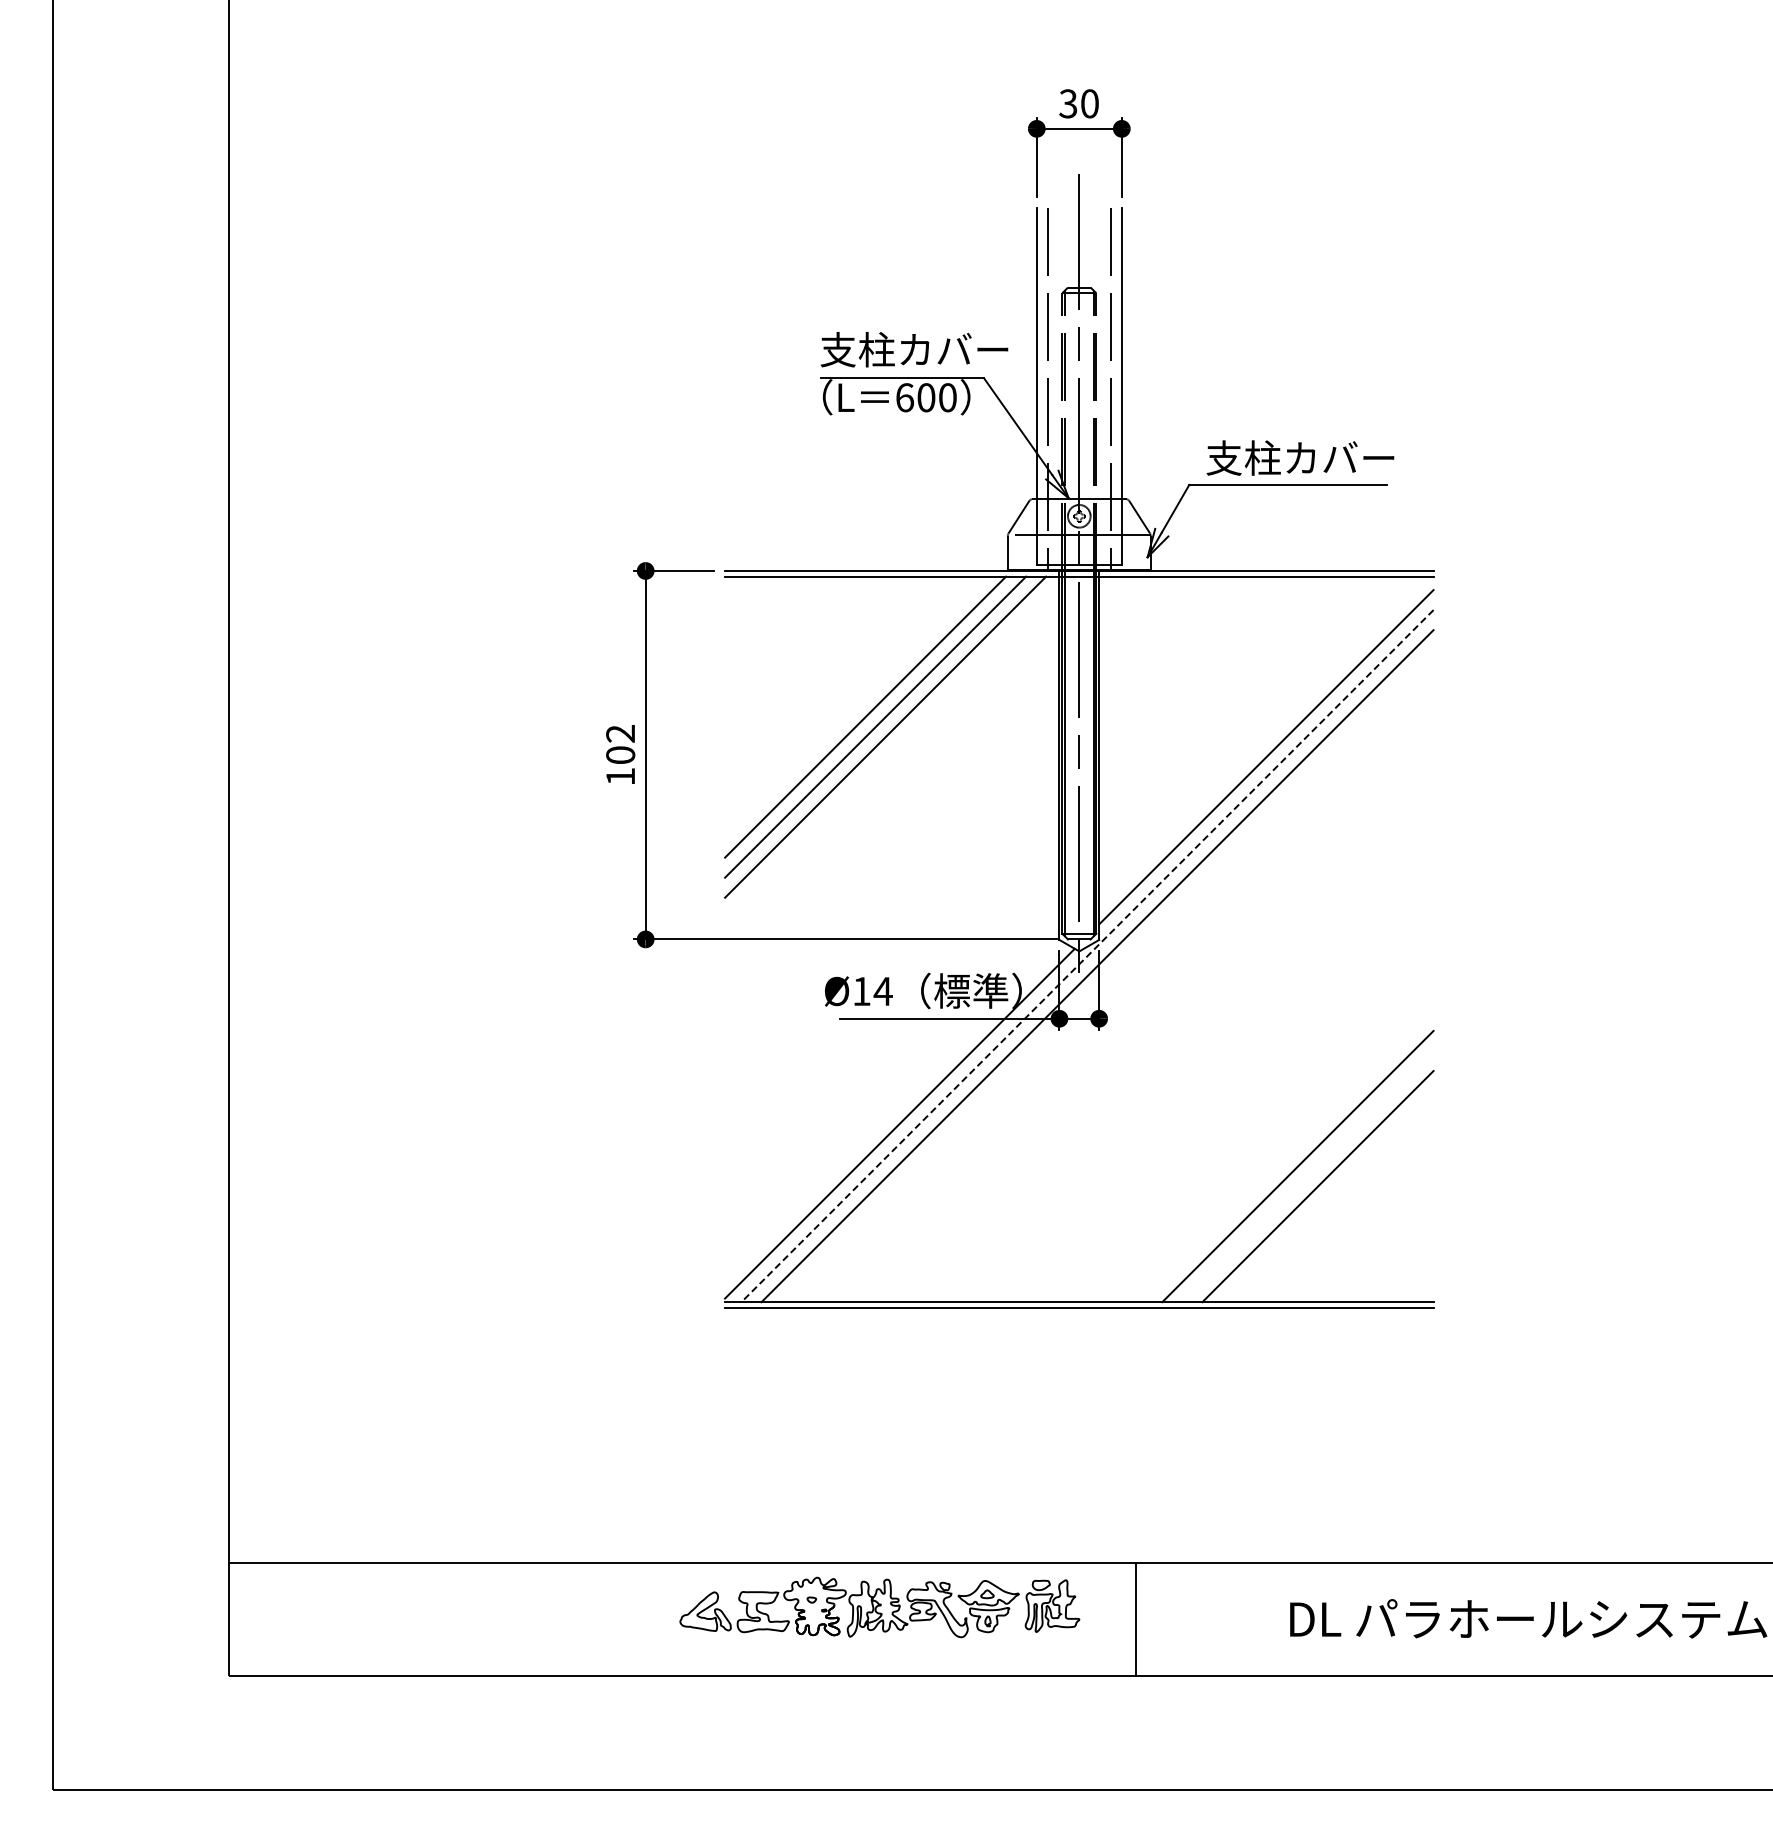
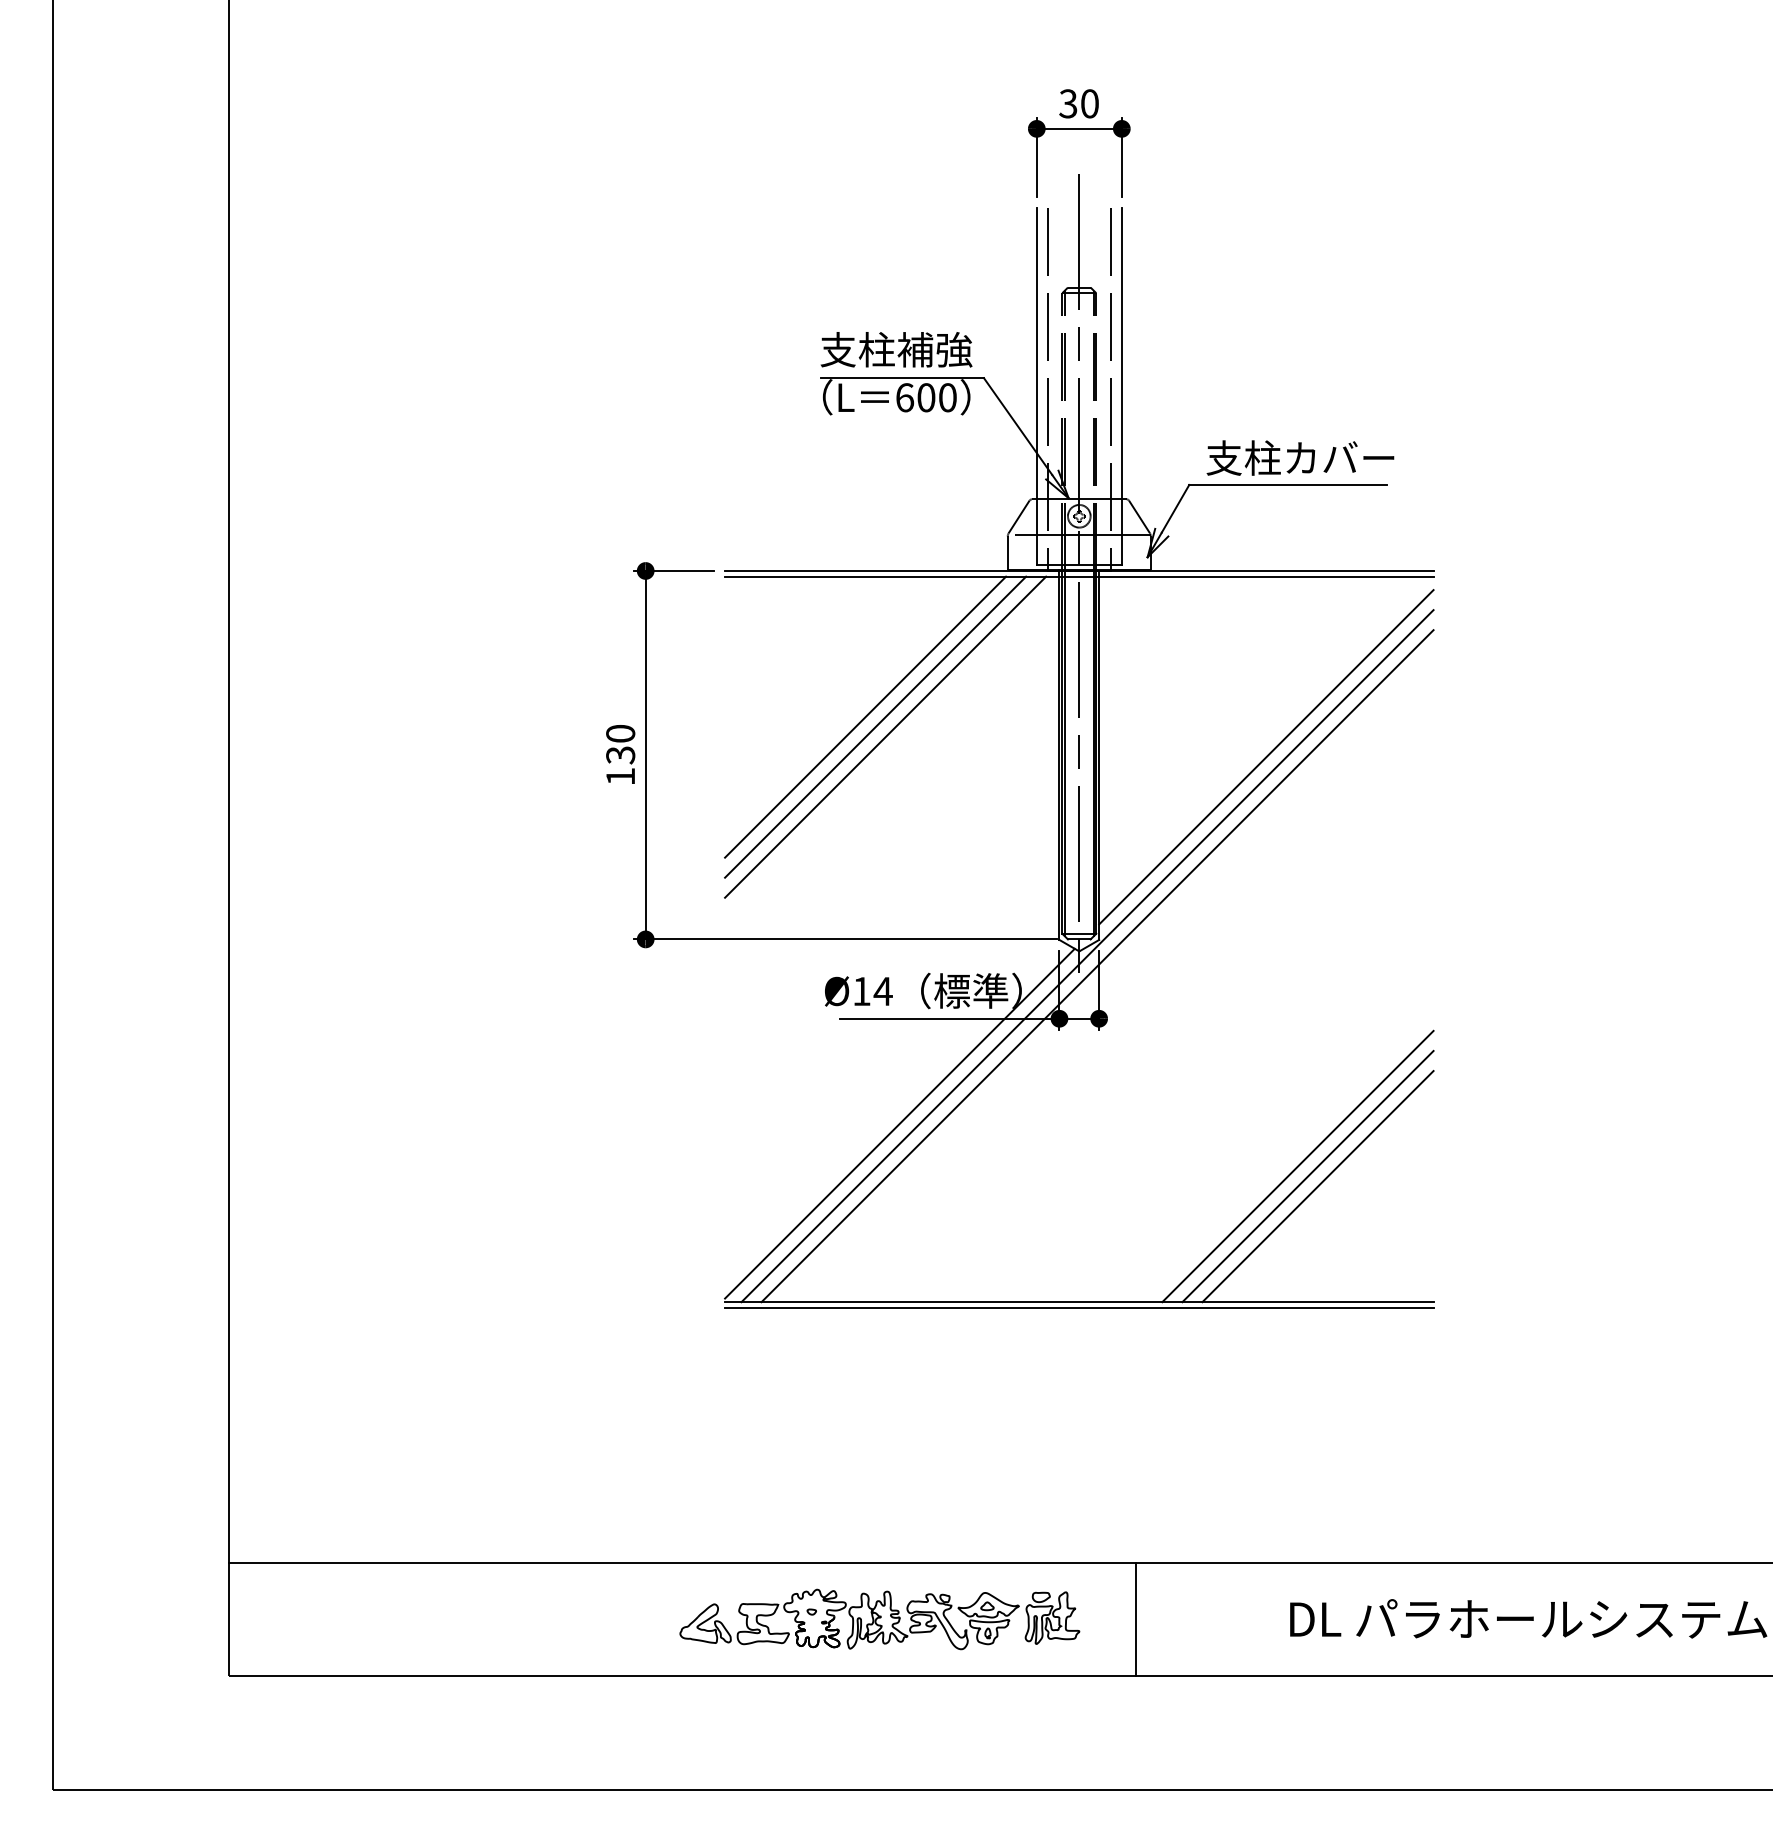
text at (952, 349): 支柱カバー -> 支柱補強
text at (620, 744): 102 -> 130
line at (1087, 956): dashed -> solid
line at (1307, 1176): none -> present
part at (879, 1607) position: (879, 1607) -> (879, 1619)
